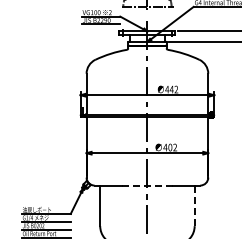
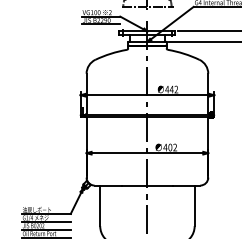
line at (147, 185): dashed -> solid
line at (194, 206): dashed -> solid
